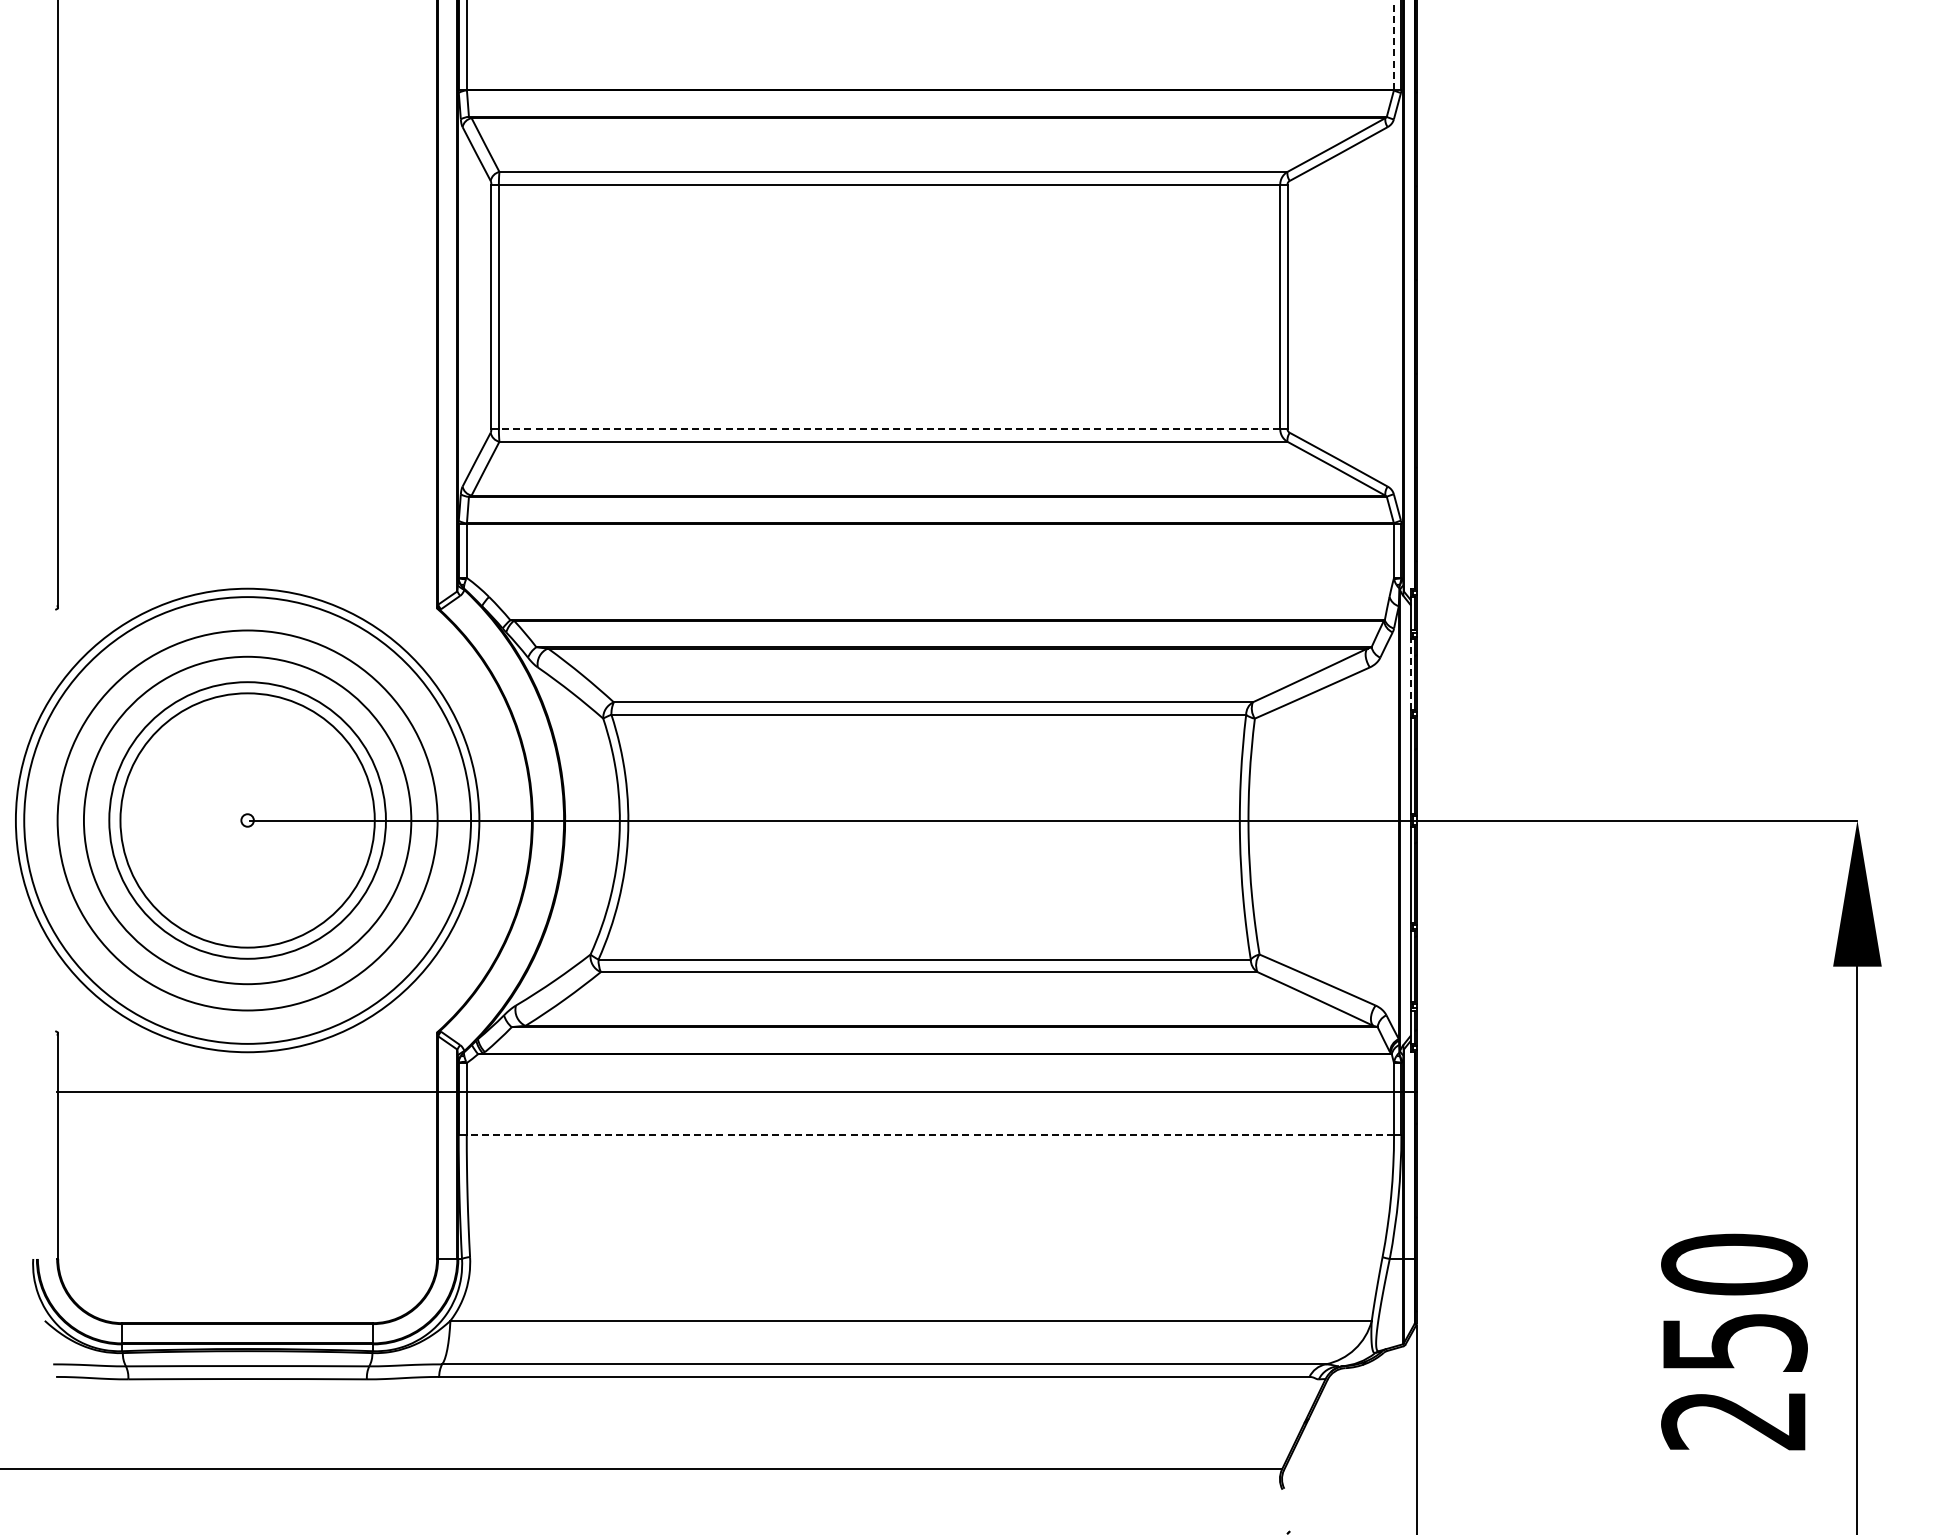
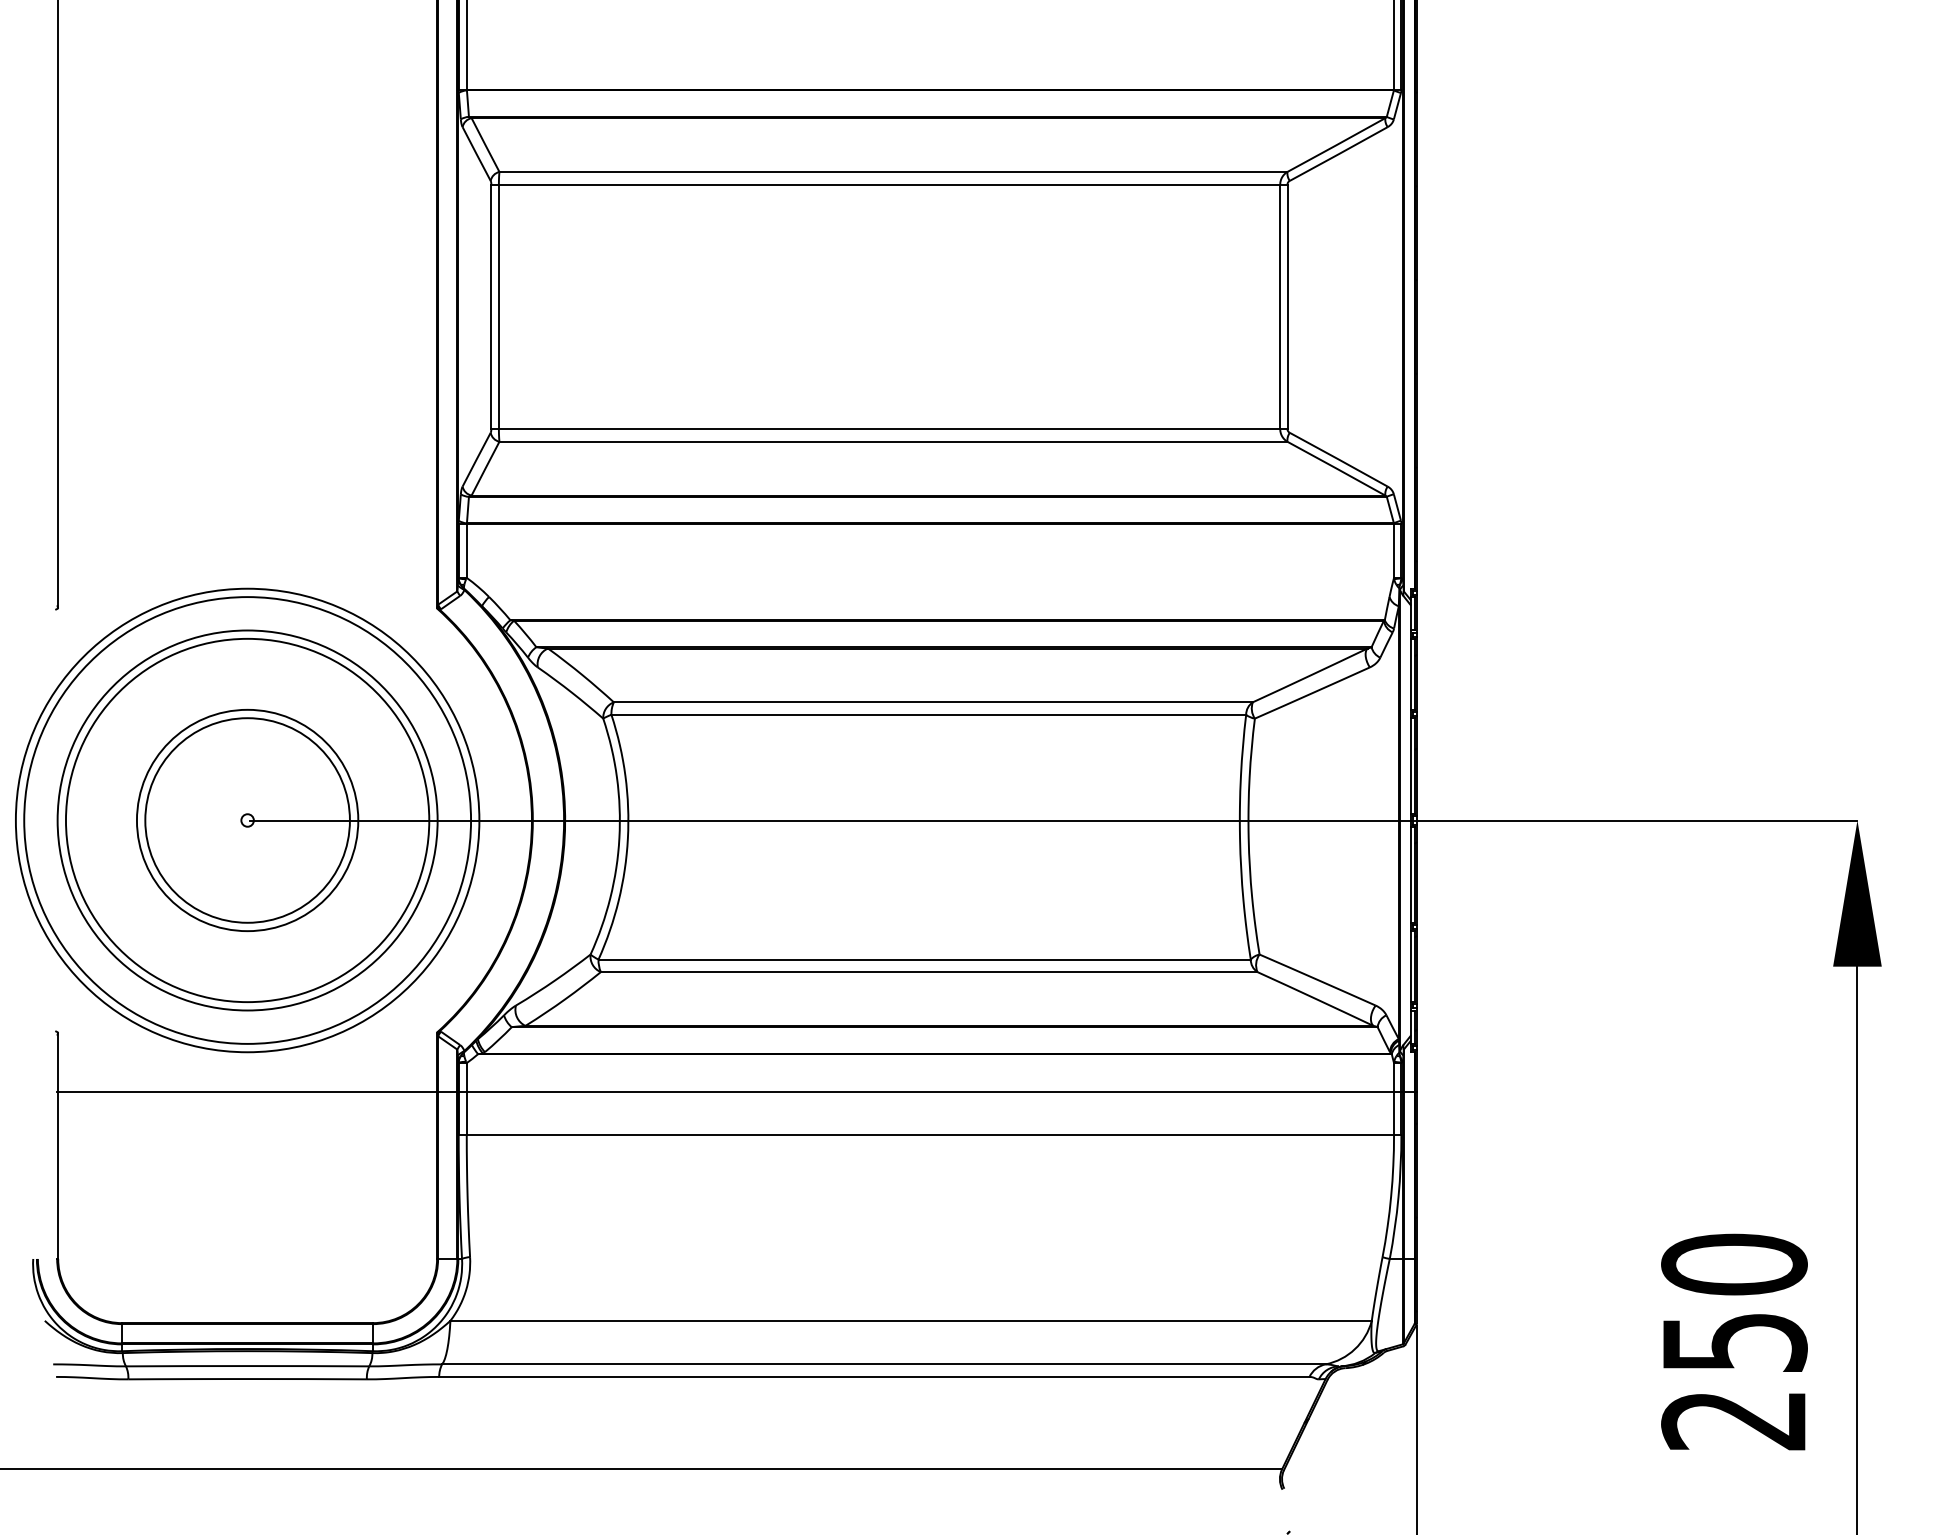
line at (1394, 45): dashed -> solid
line at (889, 429): dashed -> solid
line at (1410, 673): dashed -> solid
circle at (247, 820) diameter: 254 px -> 363 px
circle at (247, 820) diameter: 277 px -> 221 px
circle at (247, 820) diameter: 327 px -> 205 px
line at (930, 1134): dashed -> solid
